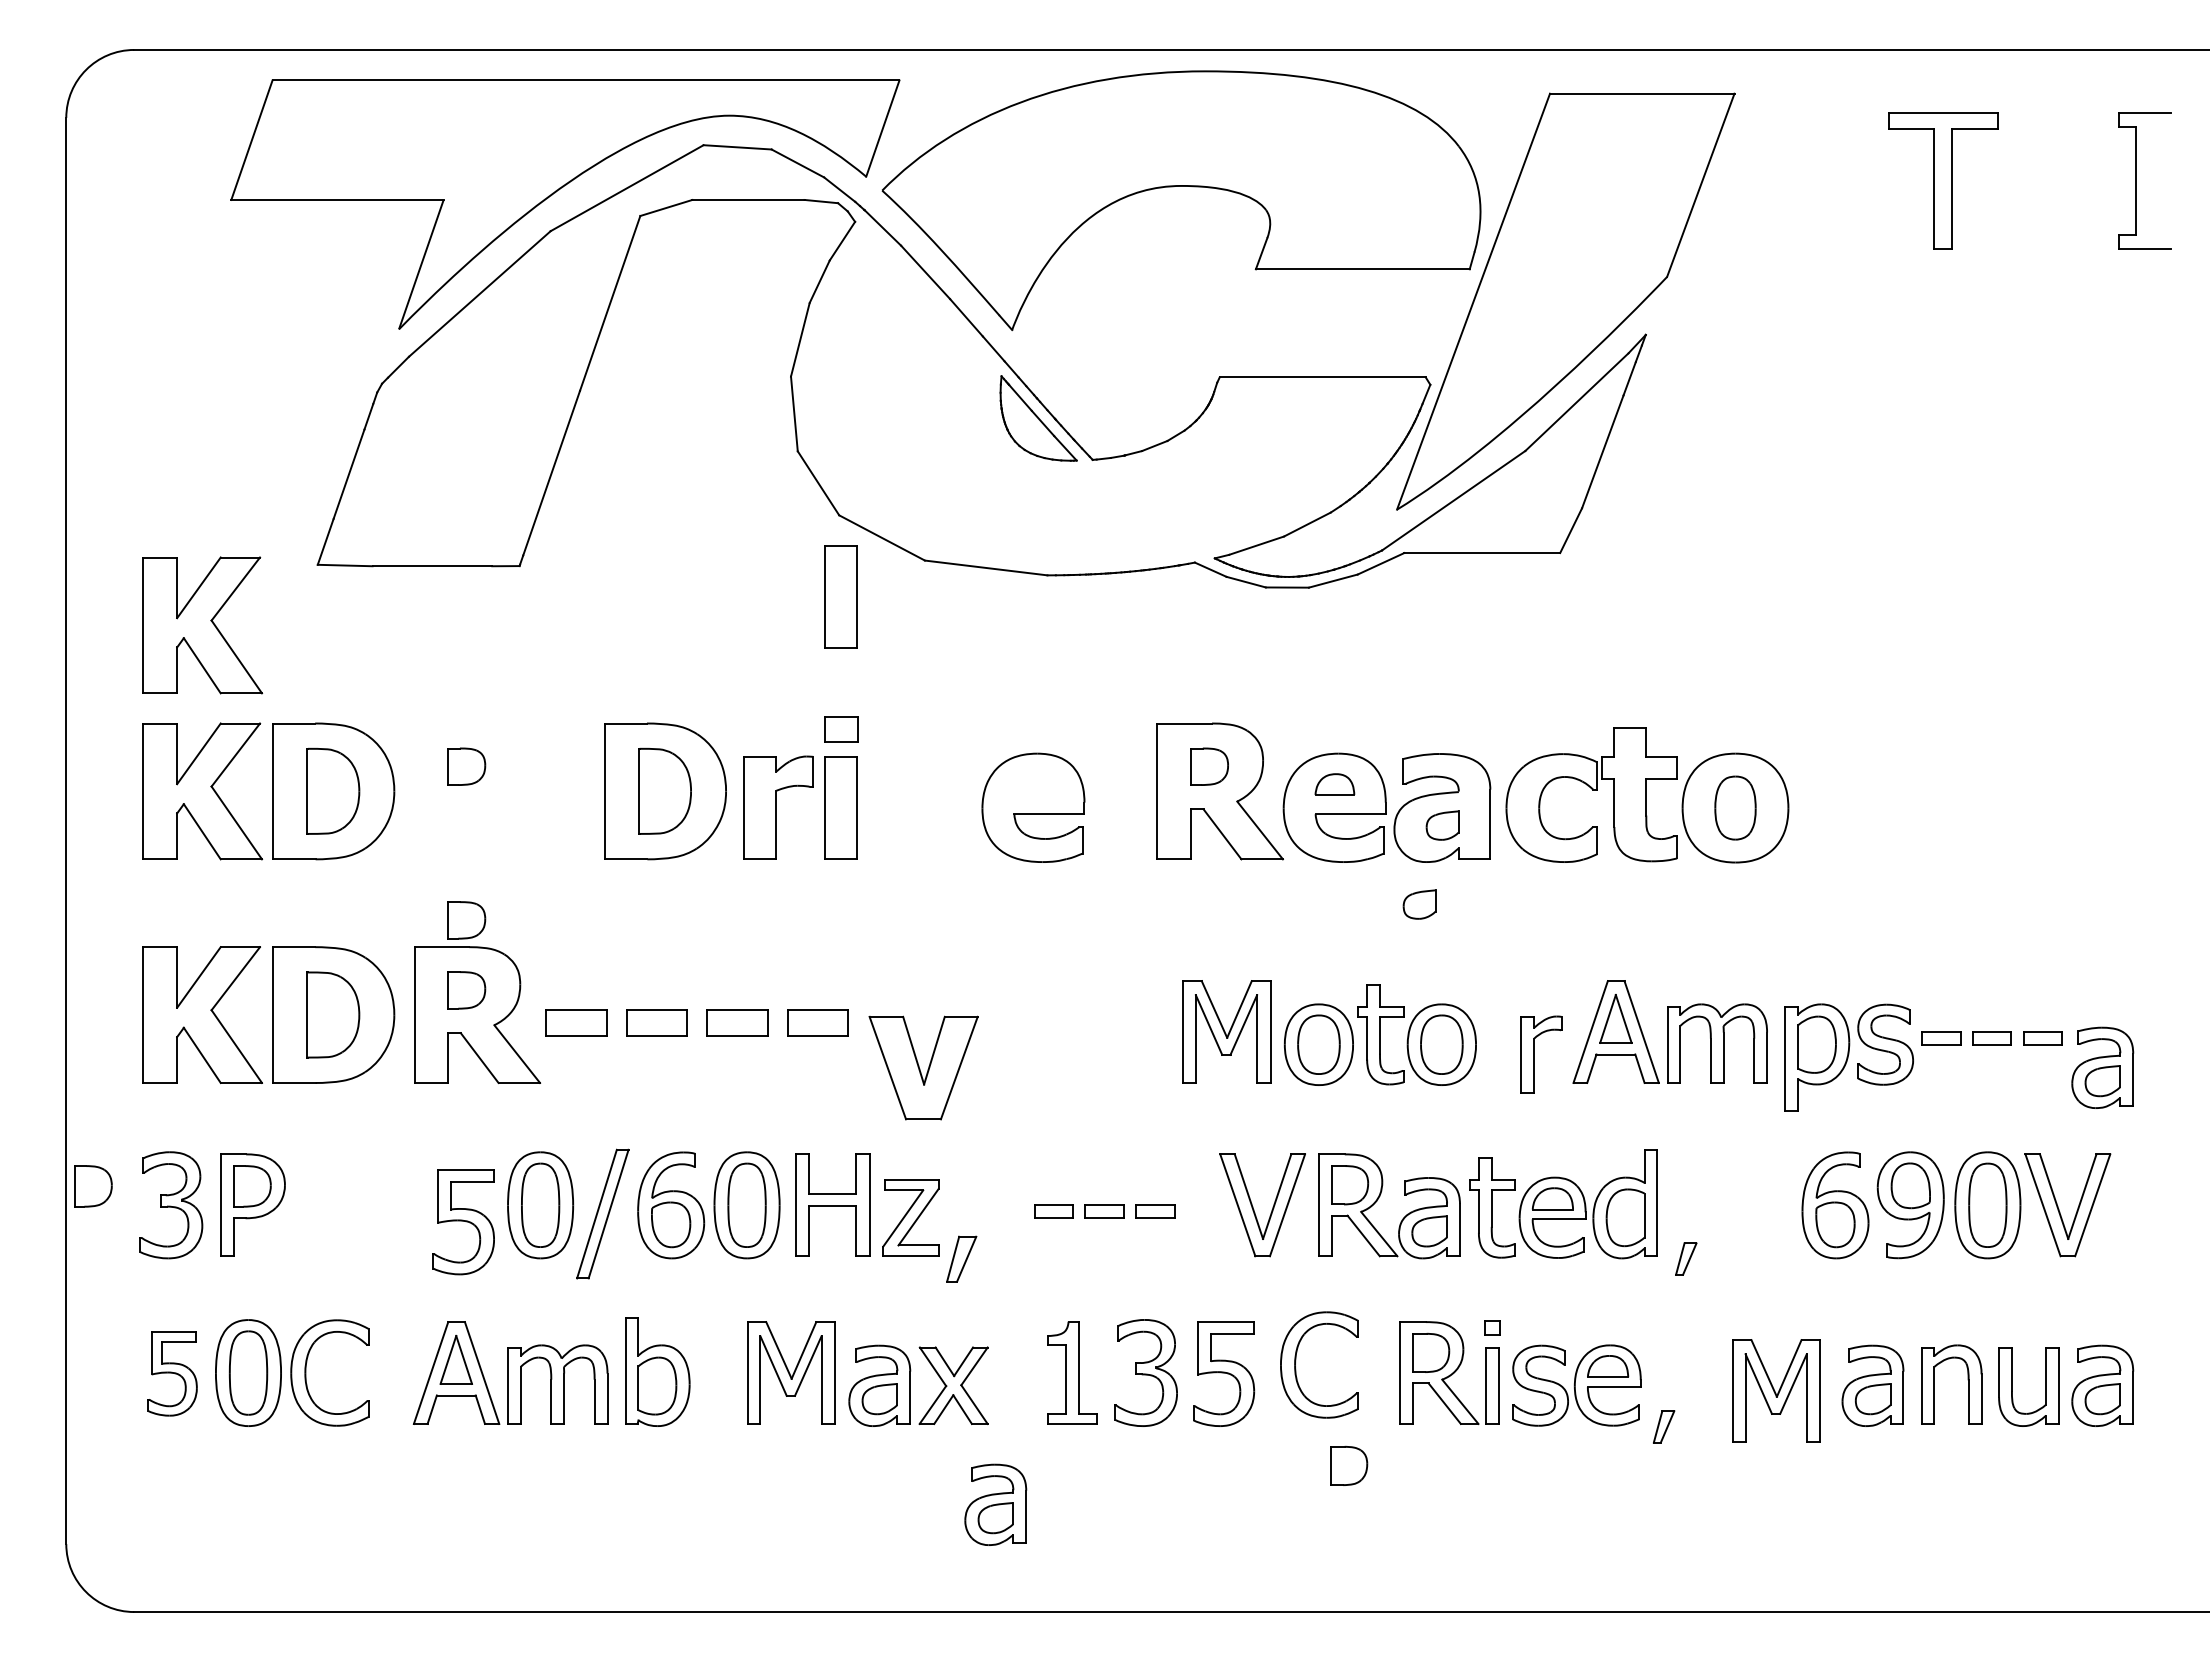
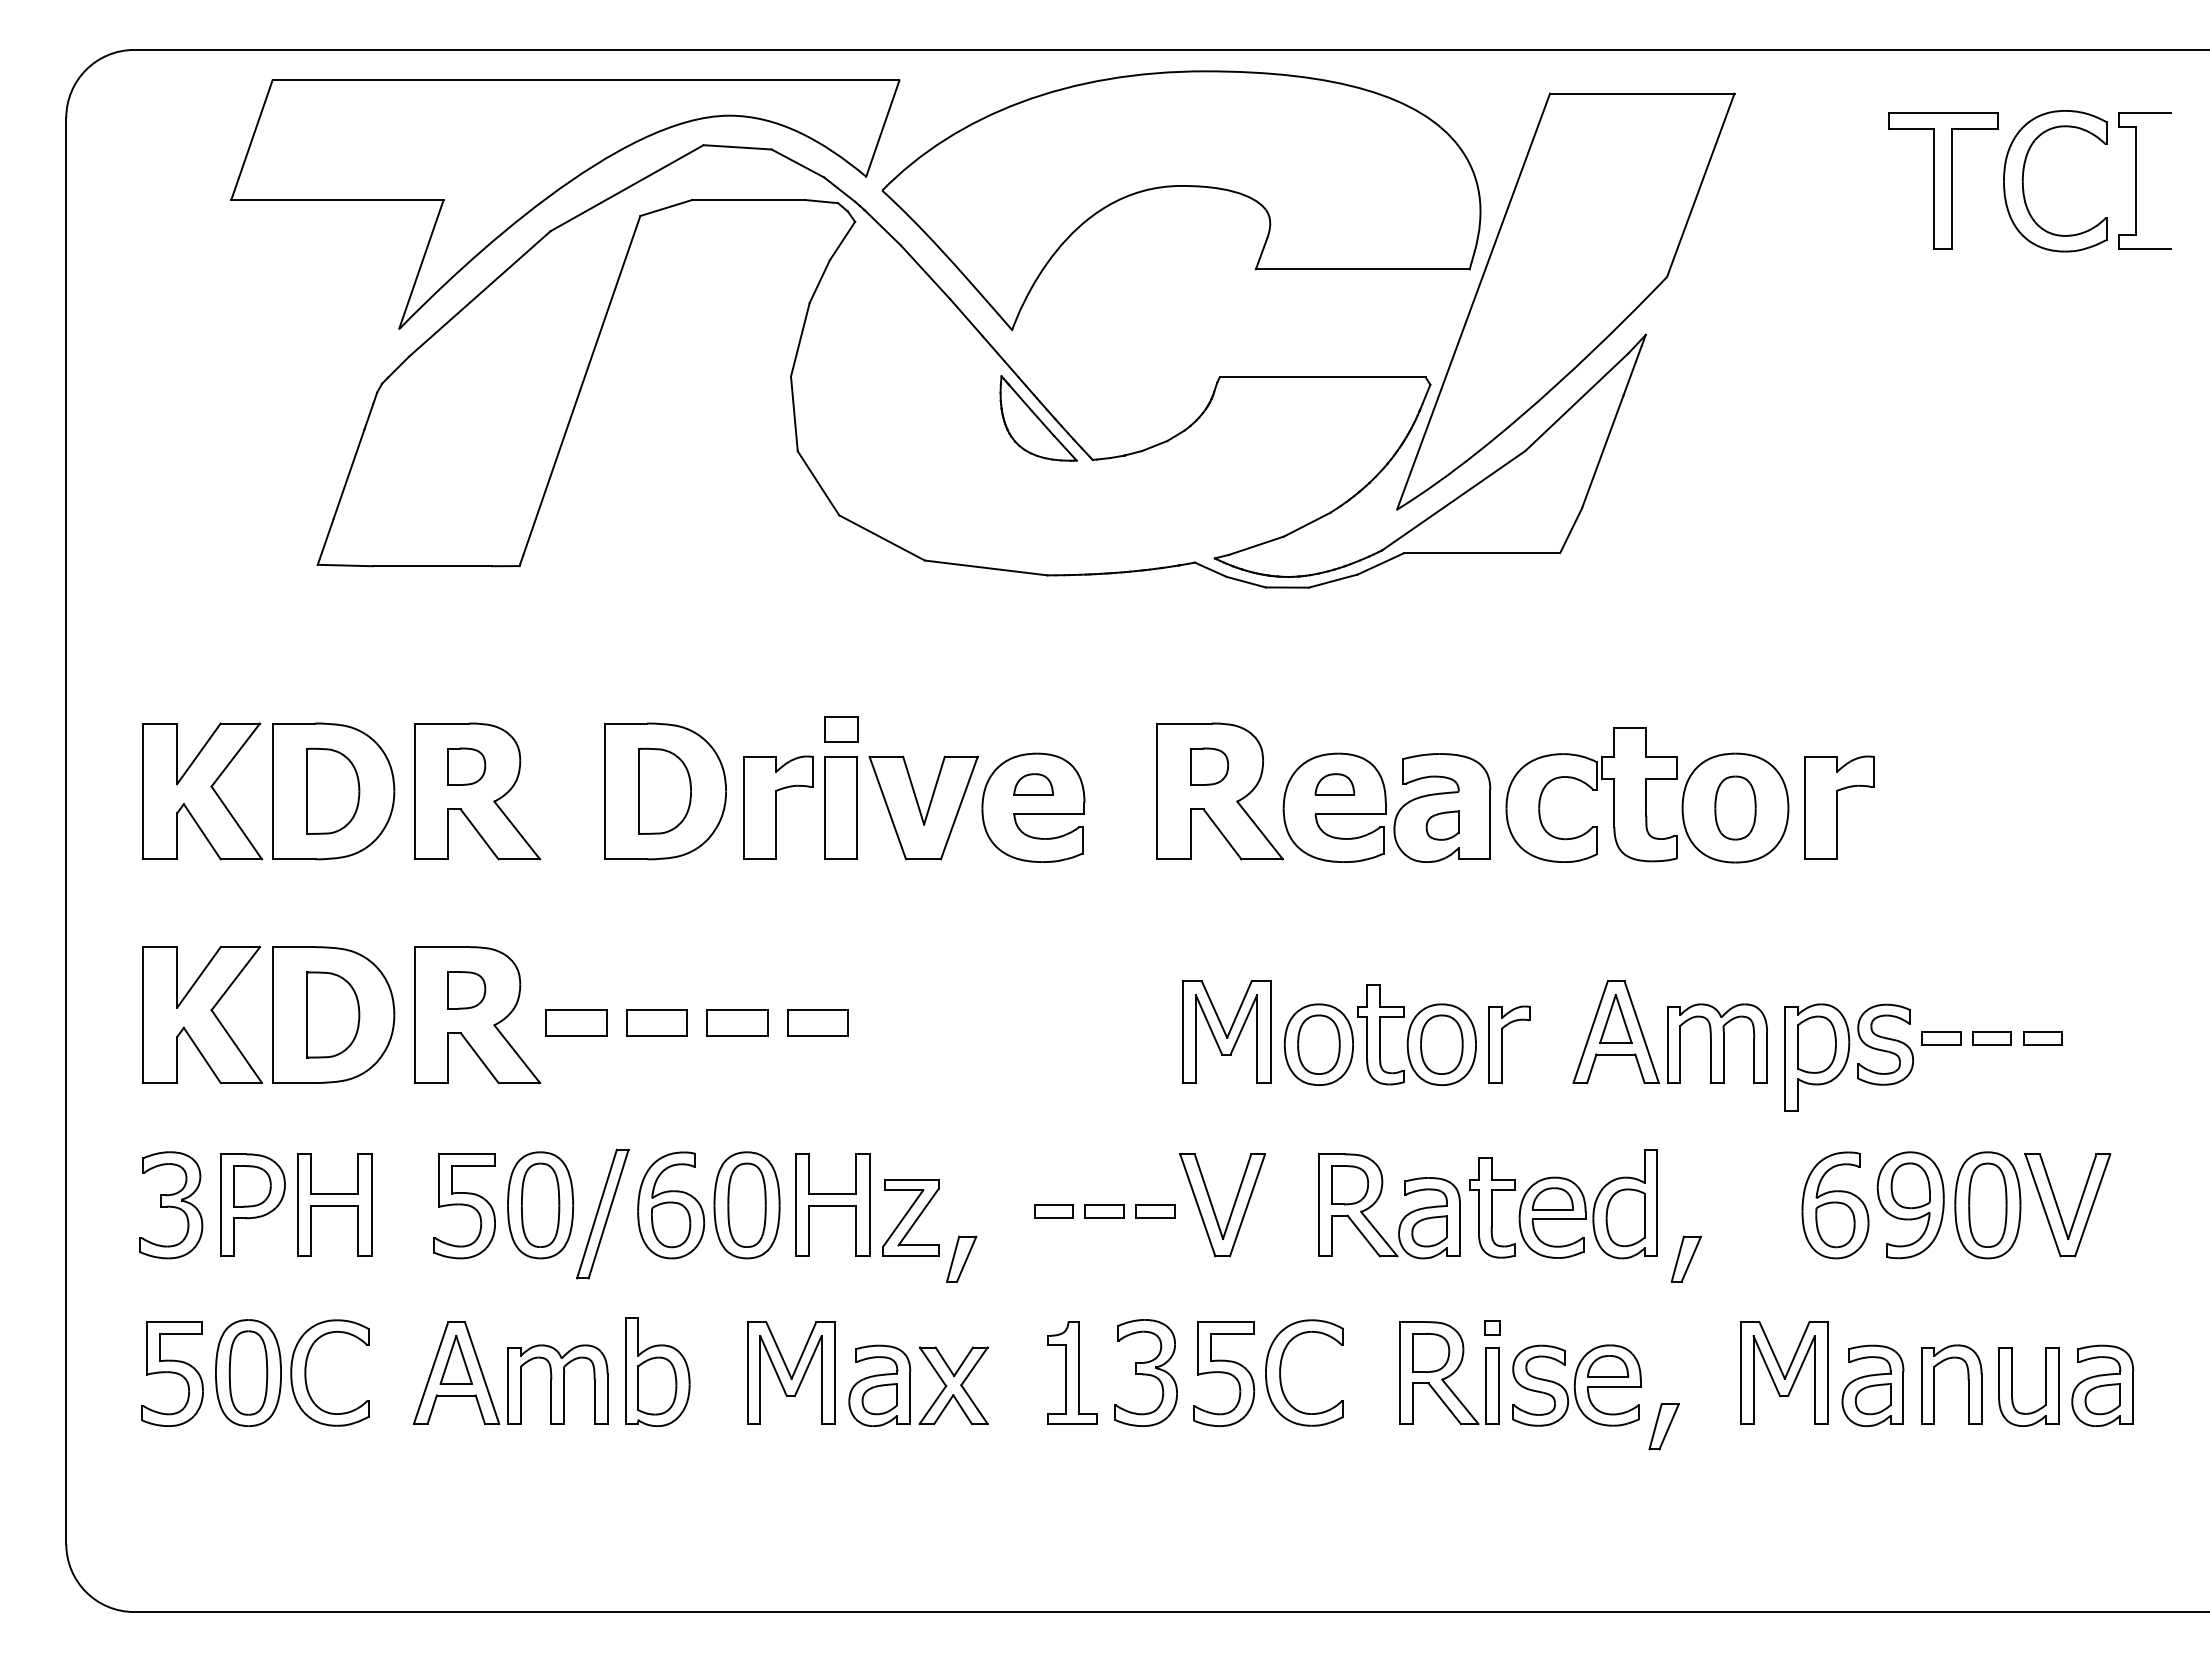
part at (2023, 181): none -> present
part at (840, 596): present -> none
part at (202, 625): present -> none
part at (1033, 784): none -> present
part at (477, 791): none -> present
part at (1839, 807): none -> present
part at (1419, 904): present -> none
part at (466, 920): present -> none
part at (1534, 1054) position: (1534, 1054) -> (1502, 1044)
part at (923, 1067) position: (923, 1067) -> (923, 807)
part at (2102, 1067): present -> none
part at (93, 1186): present -> none
part at (334, 1204): none -> present
part at (1254, 1209) position: (1254, 1209) -> (1214, 1209)
part at (463, 1222) position: (463, 1222) -> (464, 1206)
part at (1686, 1258) size: 23x34 px -> 32x48 px
part at (1296, 1360) position: (1296, 1360) -> (1281, 1368)
part at (172, 1373) size: 51x86 px -> 63x106 px
part at (1776, 1390) position: (1776, 1390) -> (1784, 1372)
part at (1664, 1426) size: 23x34 px -> 32x48 px
part at (1349, 1465): present -> none
part at (995, 1504): present -> none
